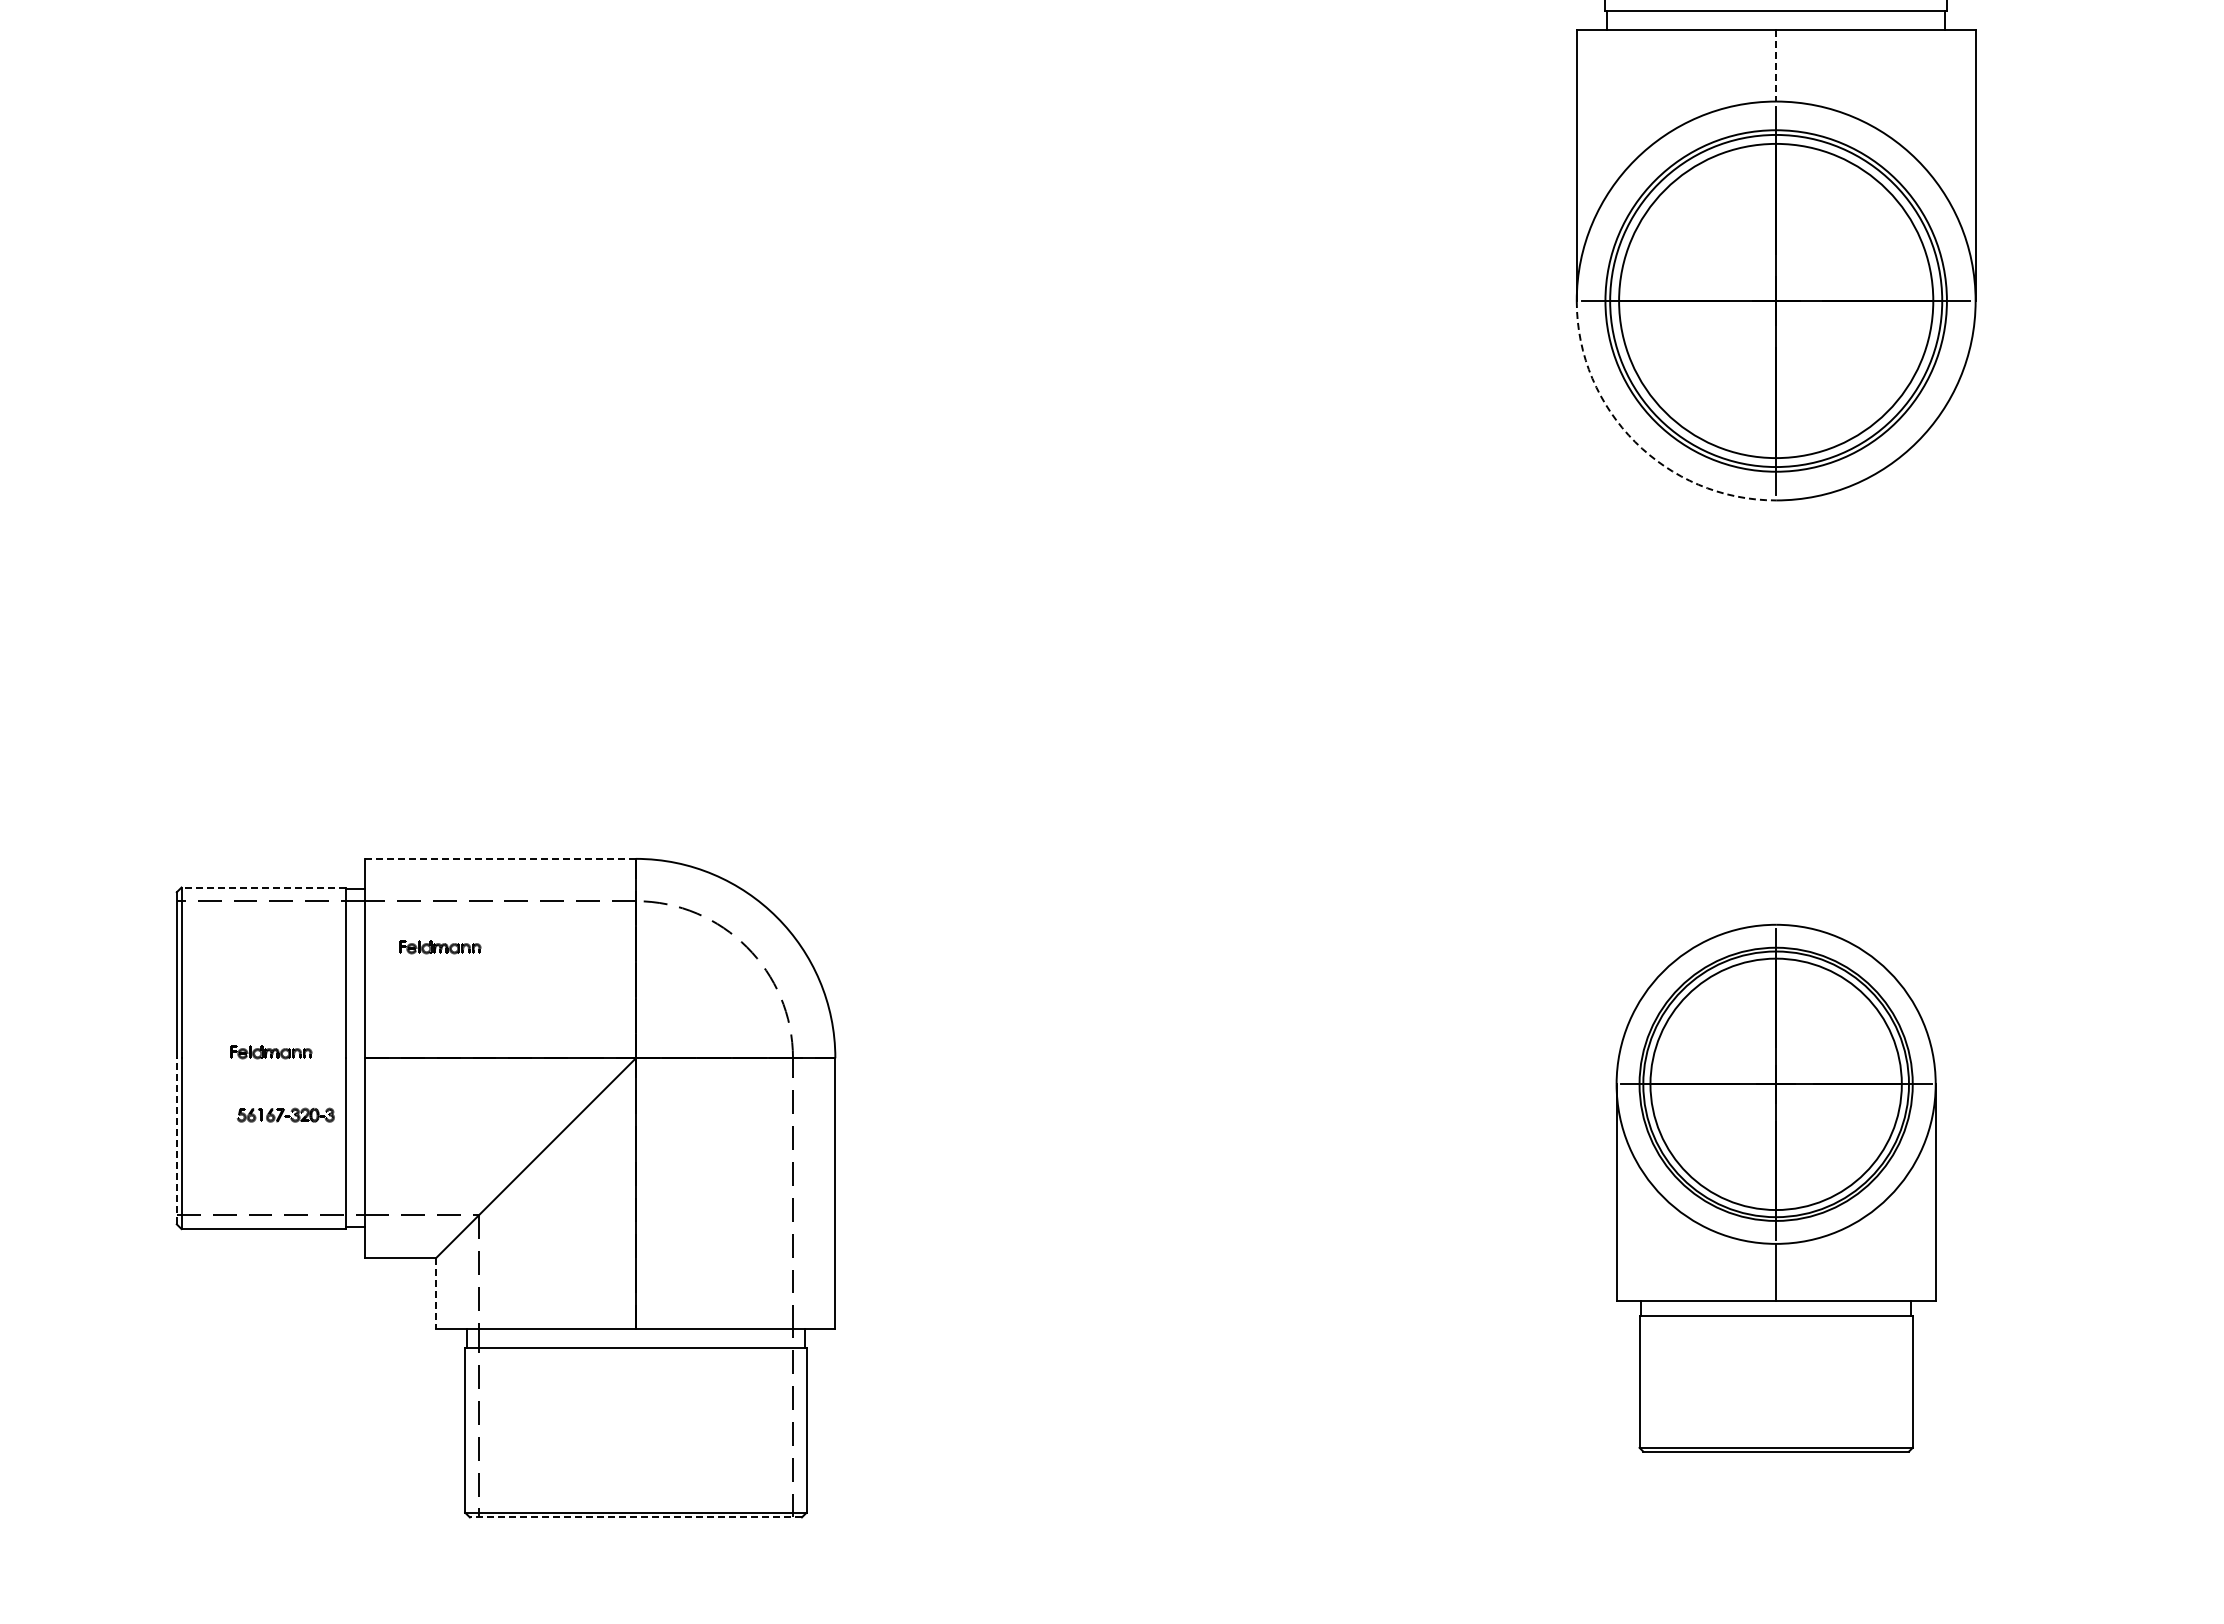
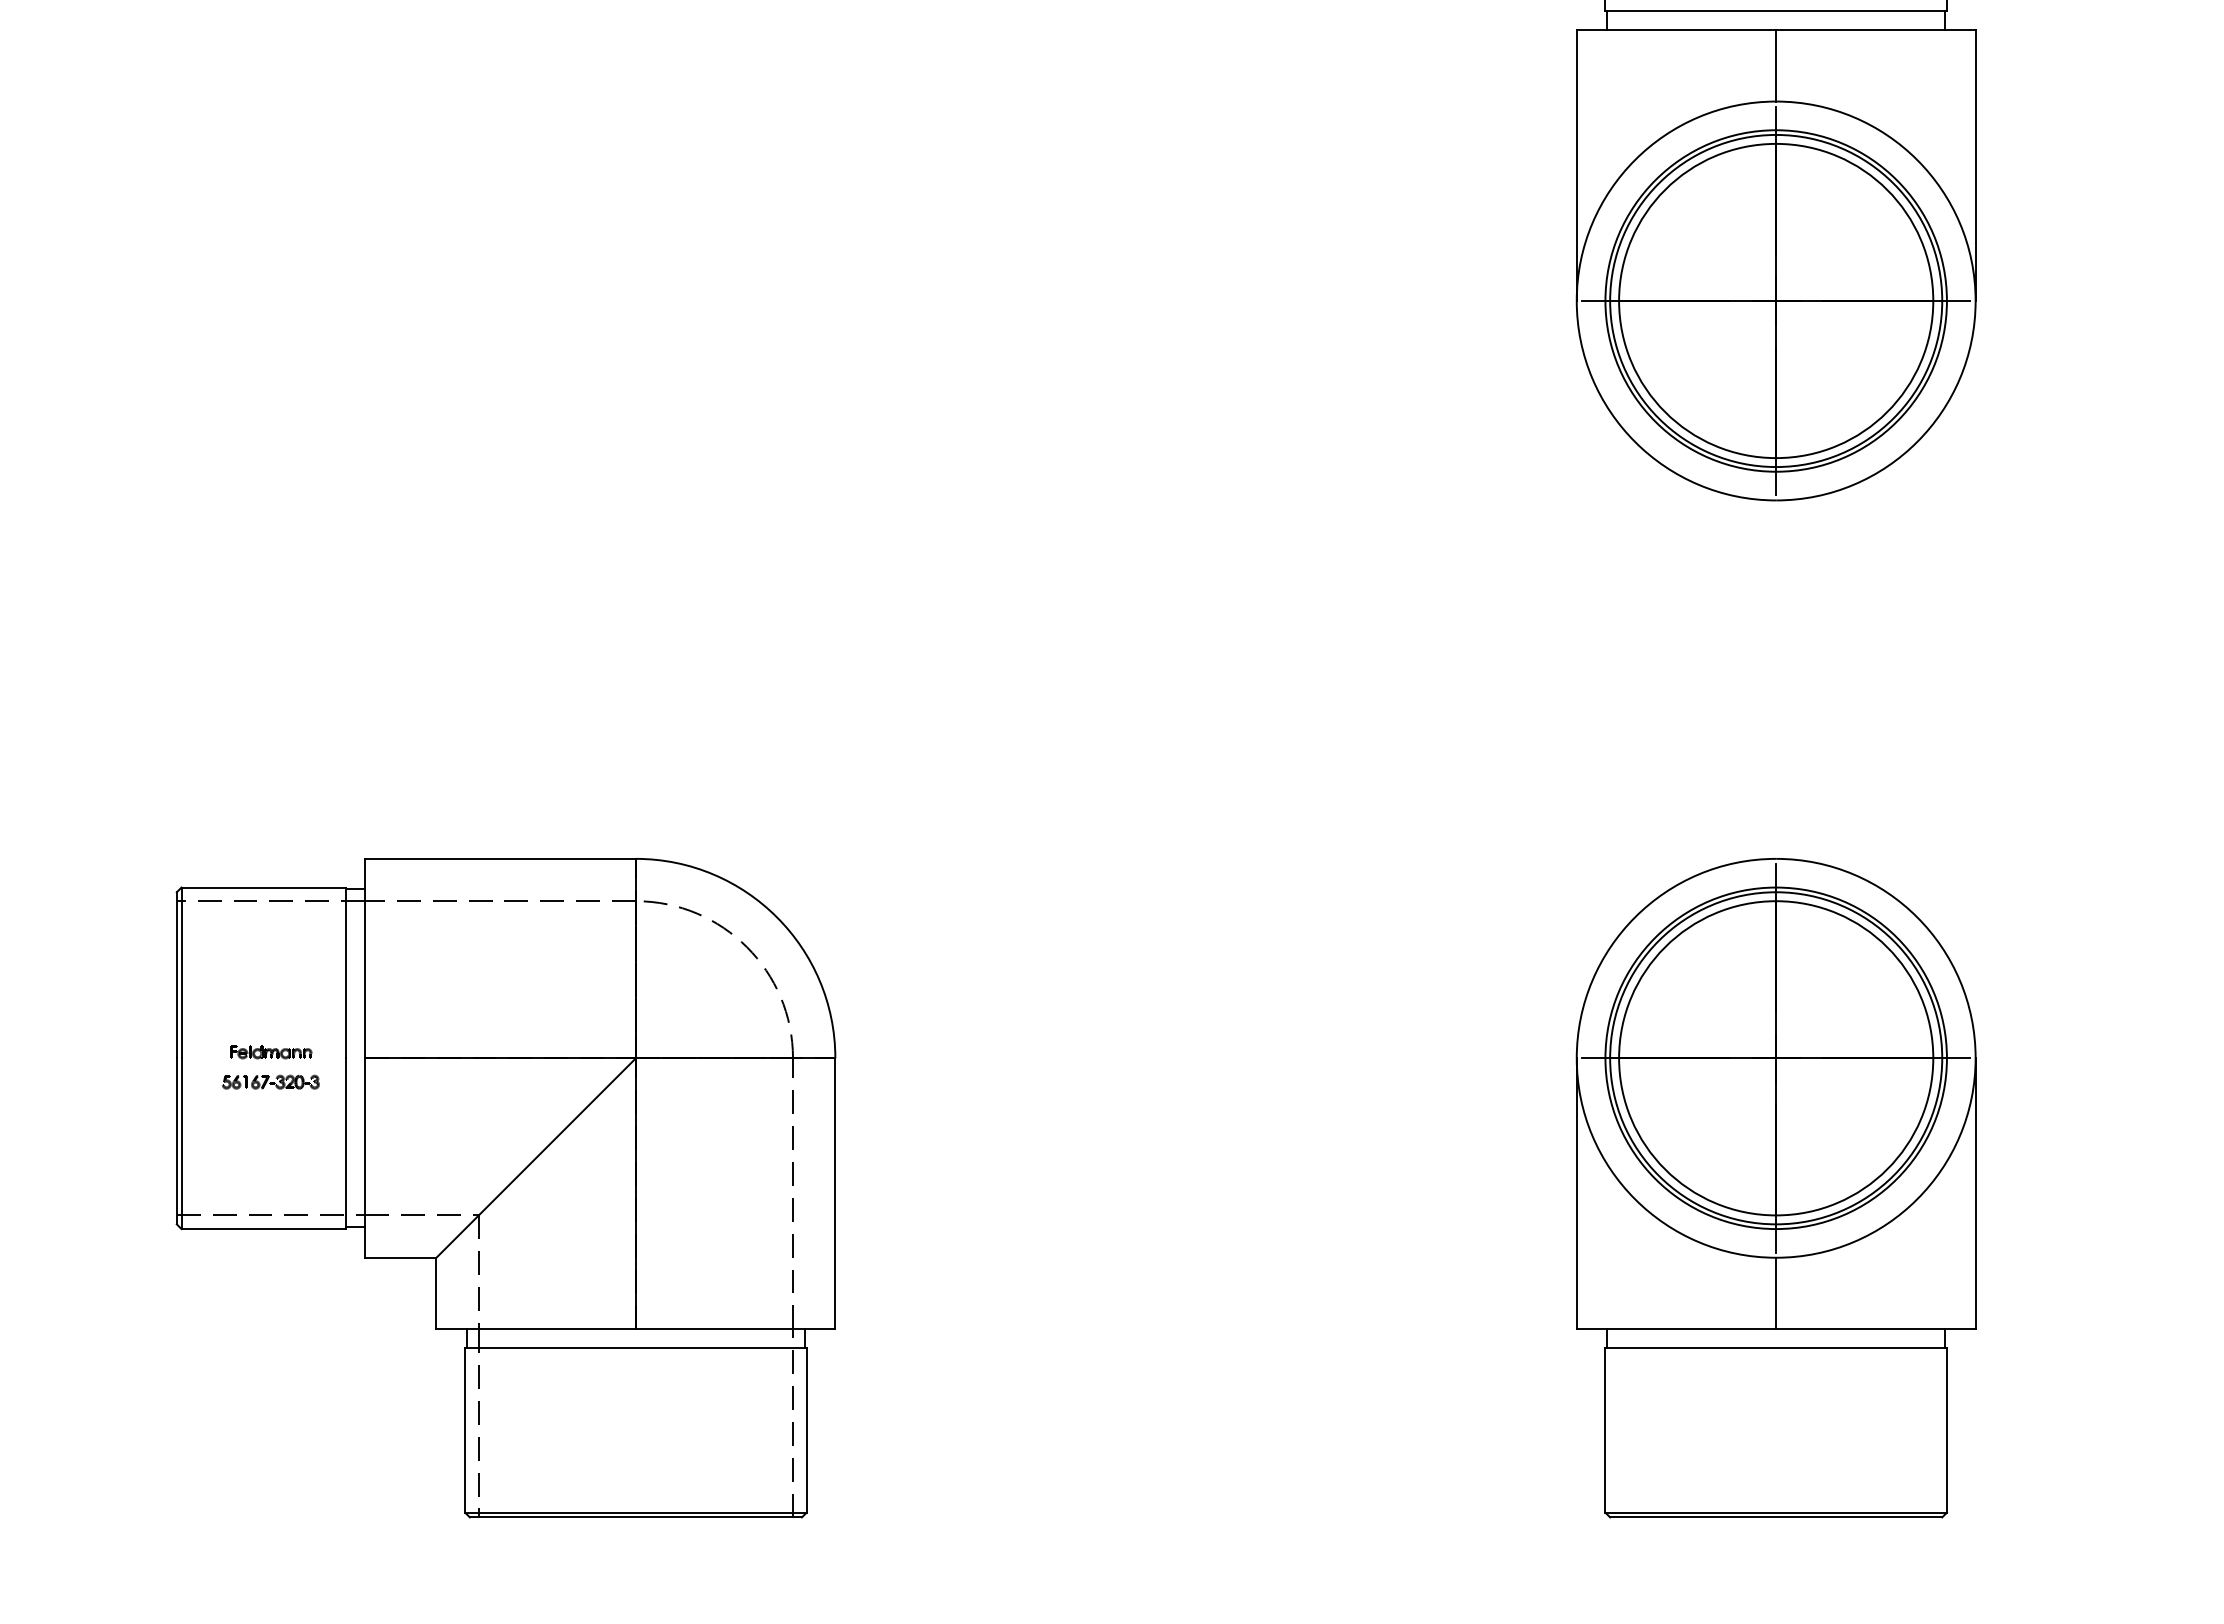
line at (1776, 65): dashed -> solid
arc at (1635, 442): dashed -> solid
line at (499, 858): dashed -> solid
line at (263, 887): dashed -> solid
part at (440, 947): present -> none
part at (285, 1114) position: (285, 1114) -> (270, 1081)
line at (176, 1140): dashed -> solid
part at (1775, 1187) size: 322x530 px -> 402x661 px
line at (436, 1293): dashed -> solid
line at (635, 1517): dashed -> solid
